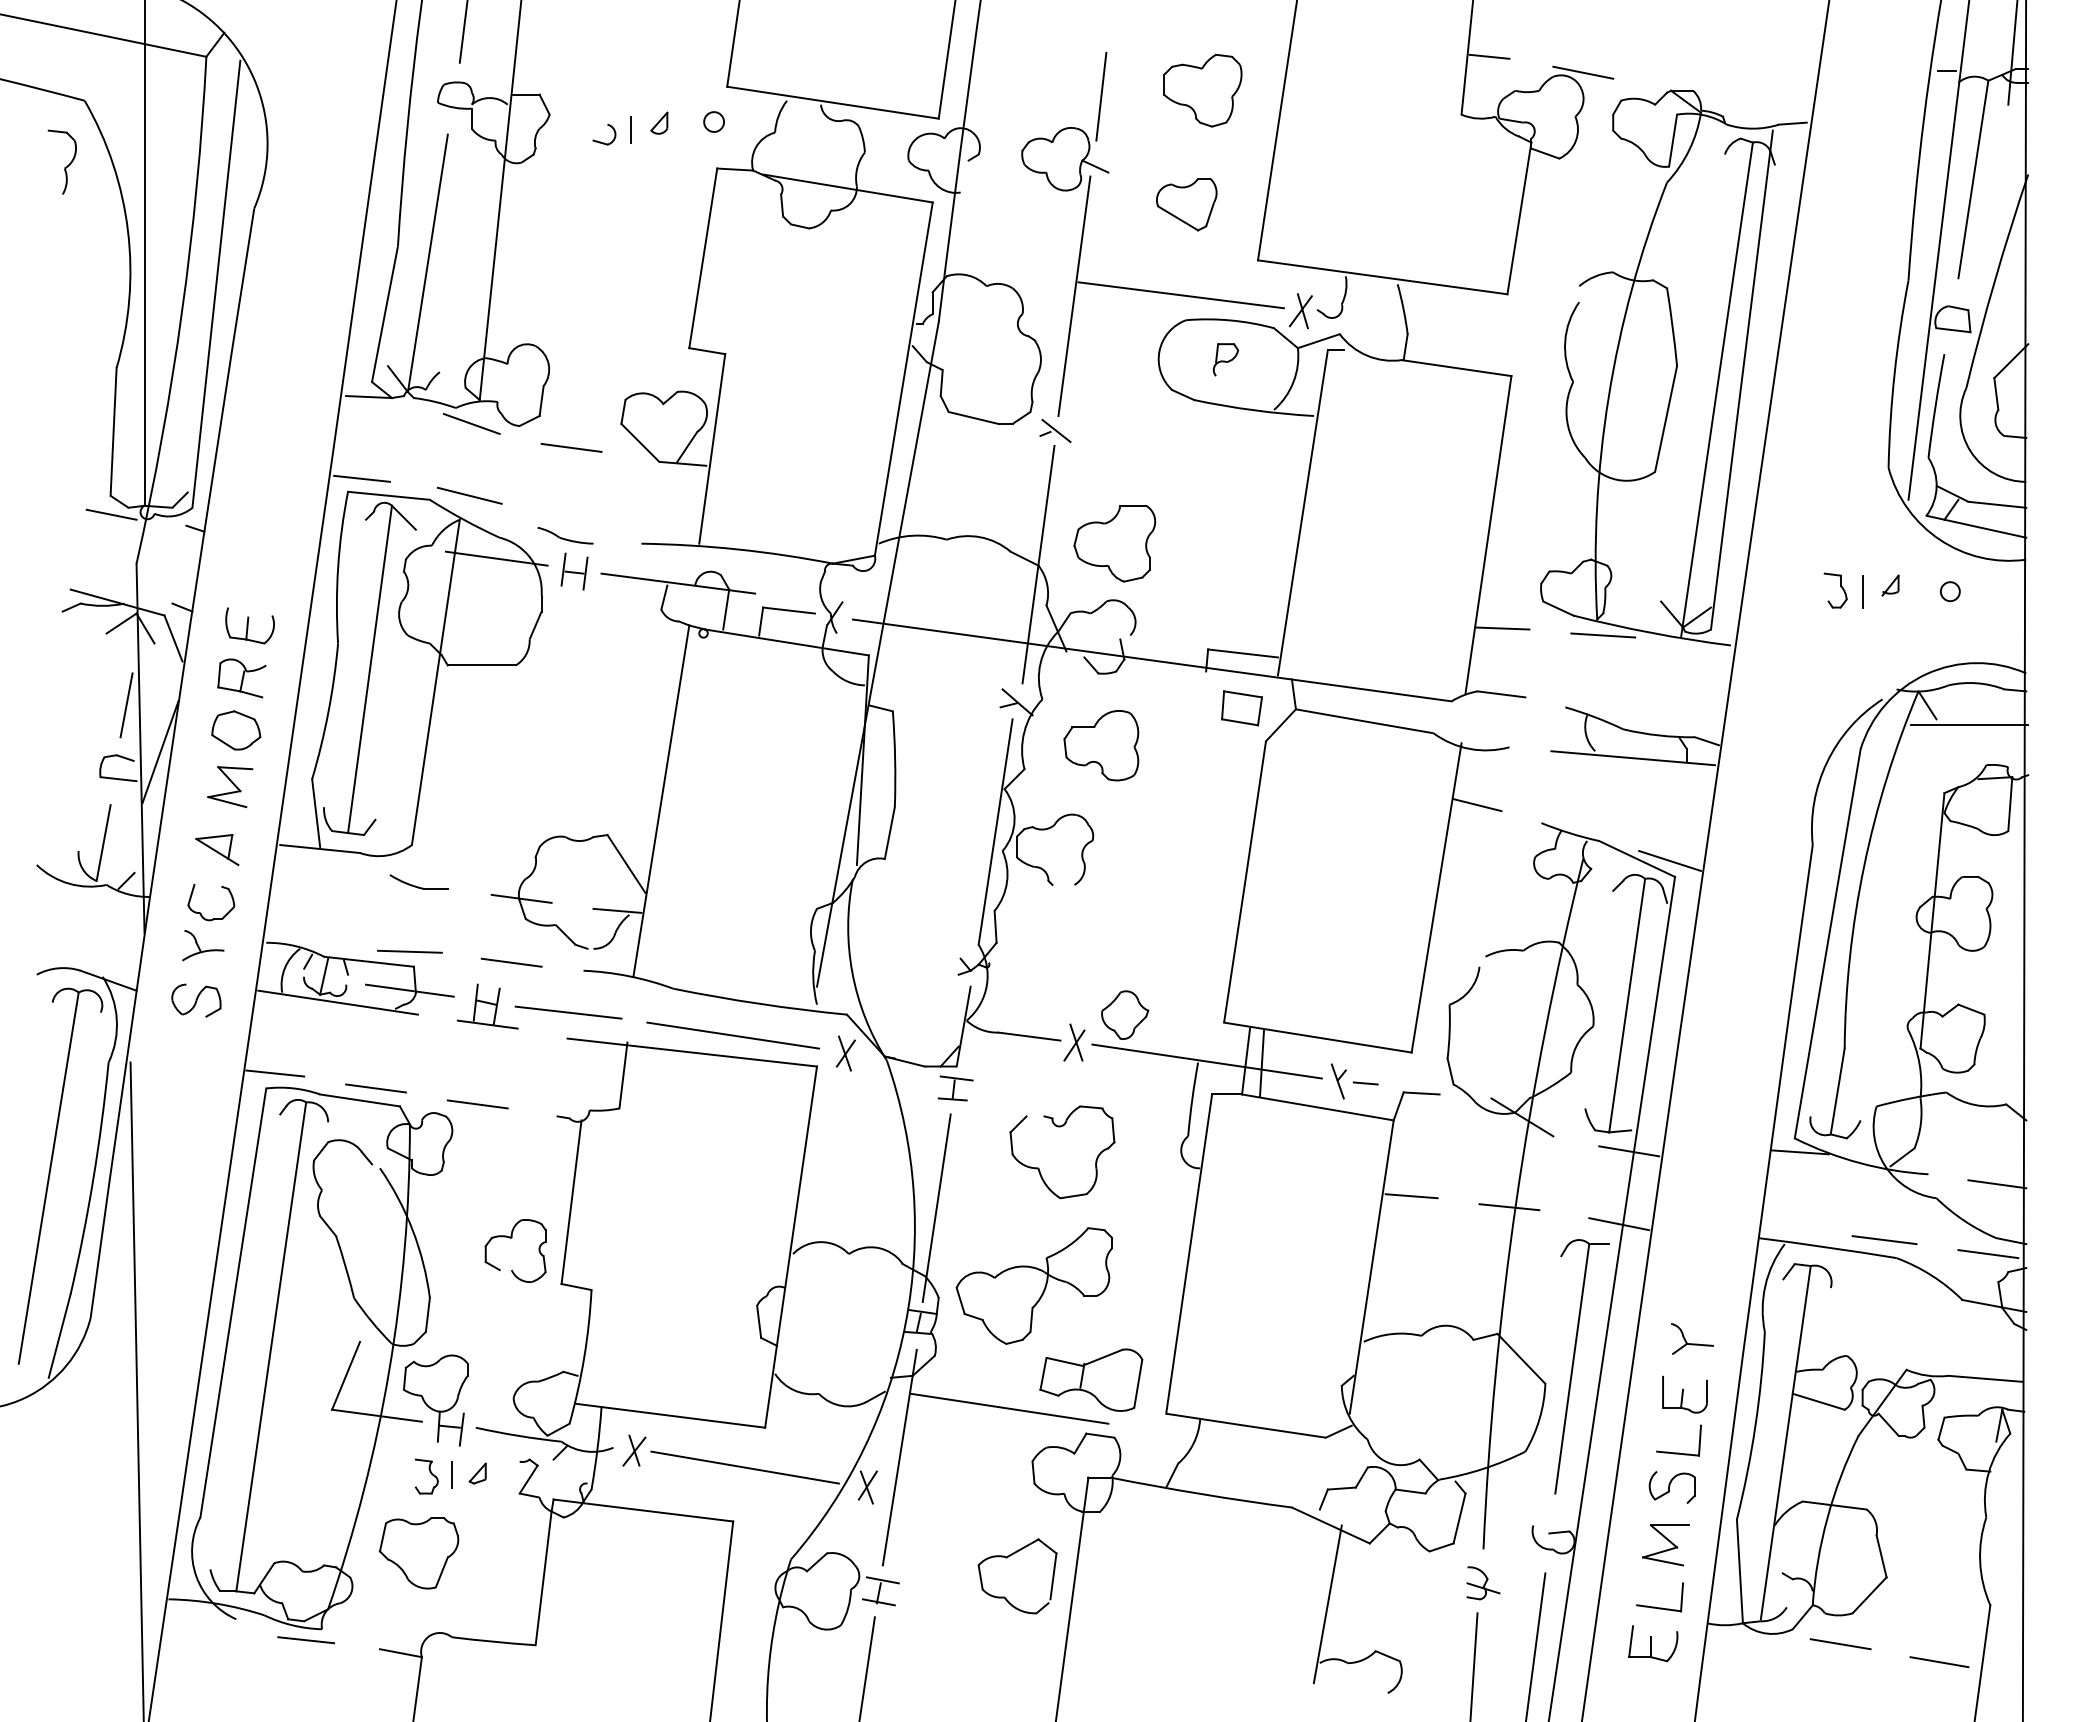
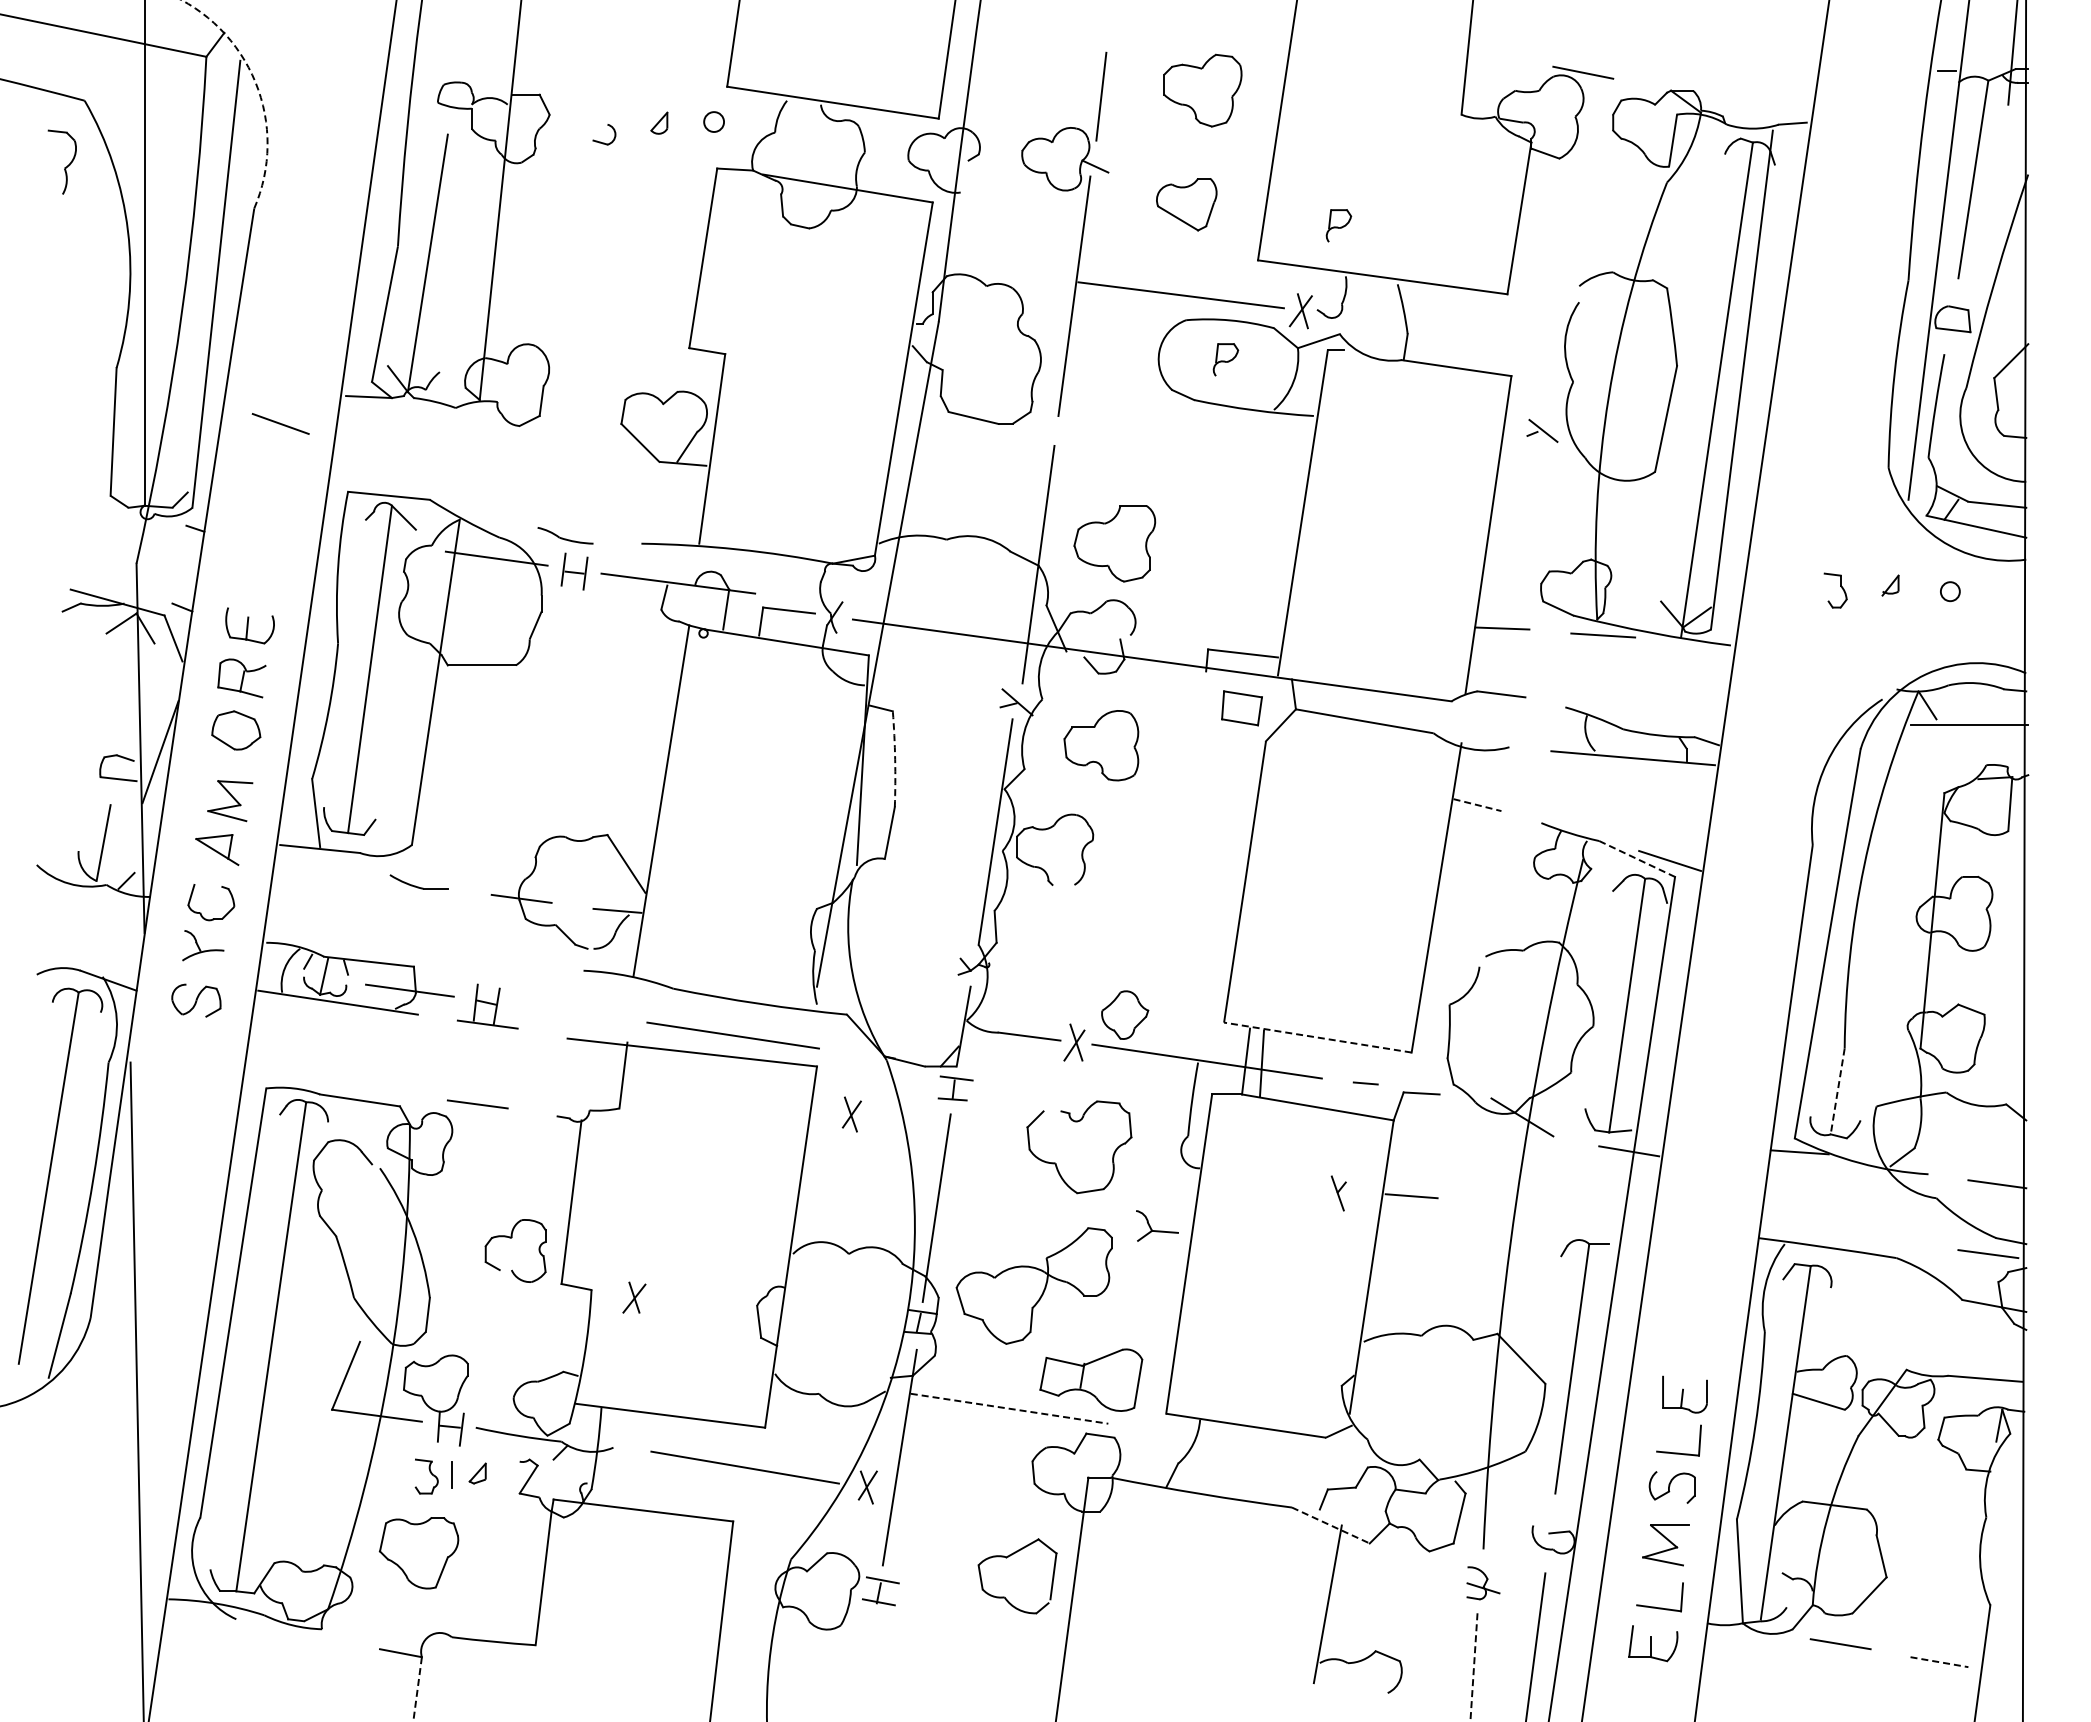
line at (463, 32): present -> none
line at (1489, 56): present -> none
arc at (258, 89): solid -> dashed
line at (631, 129): present -> none
part at (1338, 225): none -> present
line at (471, 423) position: (471, 423) -> (280, 423)
part at (1055, 430) position: (1055, 430) -> (1542, 430)
line at (571, 447): present -> none
line at (361, 478): present -> none
line at (469, 495): present -> none
line at (111, 514): present -> none
line at (1862, 591): present -> none
line at (126, 705): present -> none
arc at (895, 759): solid -> dashed
part at (230, 787) position: (230, 787) -> (230, 801)
line at (1477, 805): solid -> dashed
line at (1637, 859): solid -> dashed
line at (409, 951): present -> none
line at (511, 962): present -> none
line at (568, 1012): present -> none
line at (1317, 1037): solid -> dashed
part at (845, 1053) position: (845, 1053) -> (851, 1114)
line at (275, 1073): present -> none
part at (1338, 1081) position: (1338, 1081) -> (1338, 1193)
line at (375, 1088): present -> none
line at (1837, 1091): solid -> dashed
part at (1060, 1127) position: (1060, 1127) -> (1077, 1122)
line at (1509, 1207): present -> none
line at (1619, 1224): present -> none
line at (1884, 1240): present -> none
part at (1692, 1338) position: (1692, 1338) -> (1157, 1225)
line at (1009, 1408): solid -> dashed
part at (634, 1450) position: (634, 1450) -> (634, 1297)
line at (1330, 1525): solid -> dashed
line at (306, 1640): present -> none
line at (1939, 1662): solid -> dashed
line at (866, 1667): present -> none
line at (1473, 1667): solid -> dashed
line at (417, 1689): solid -> dashed
